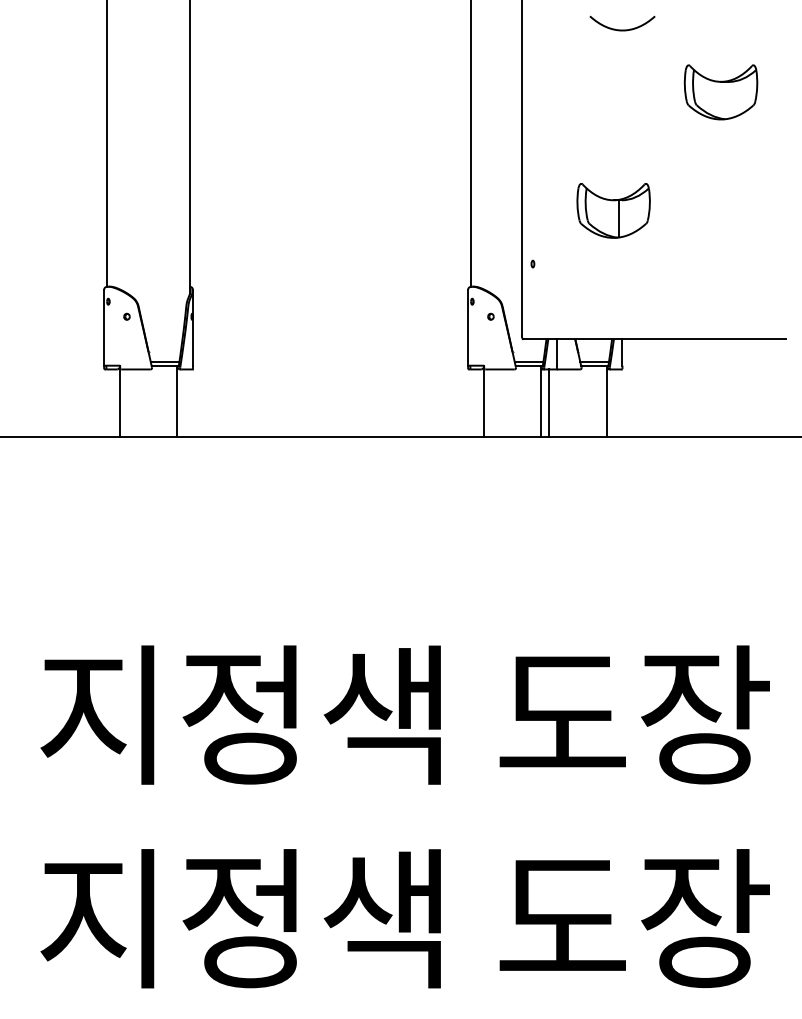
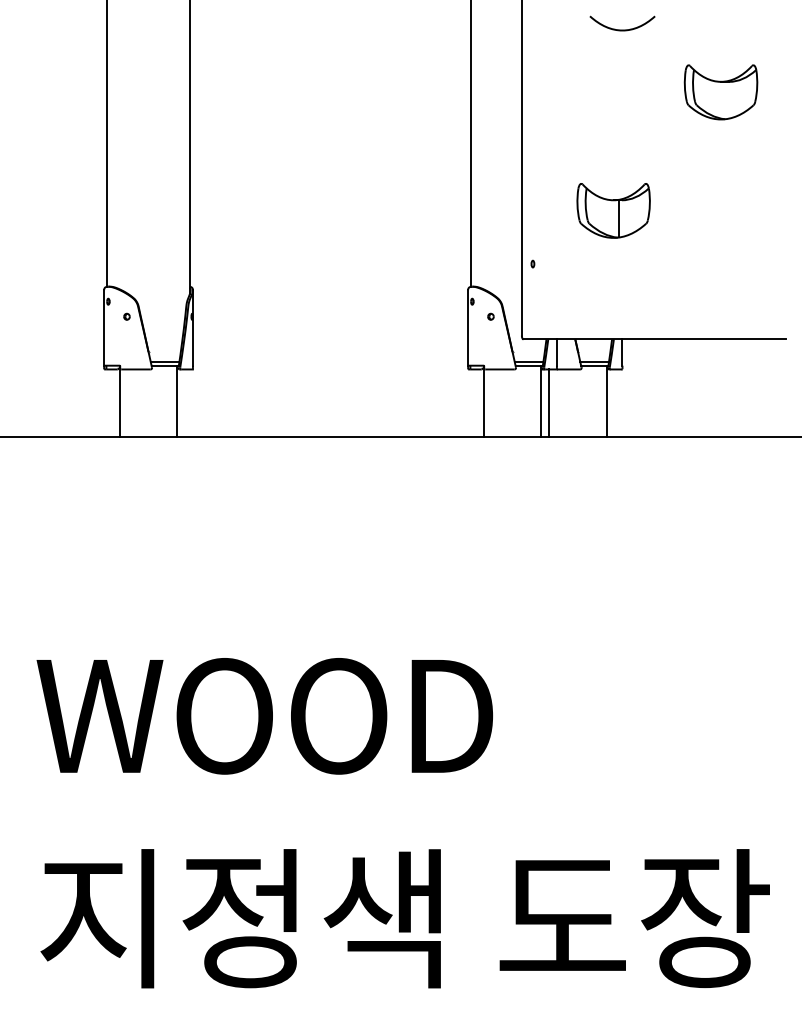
text at (402, 714): 지정색 도장 -> WOOD
